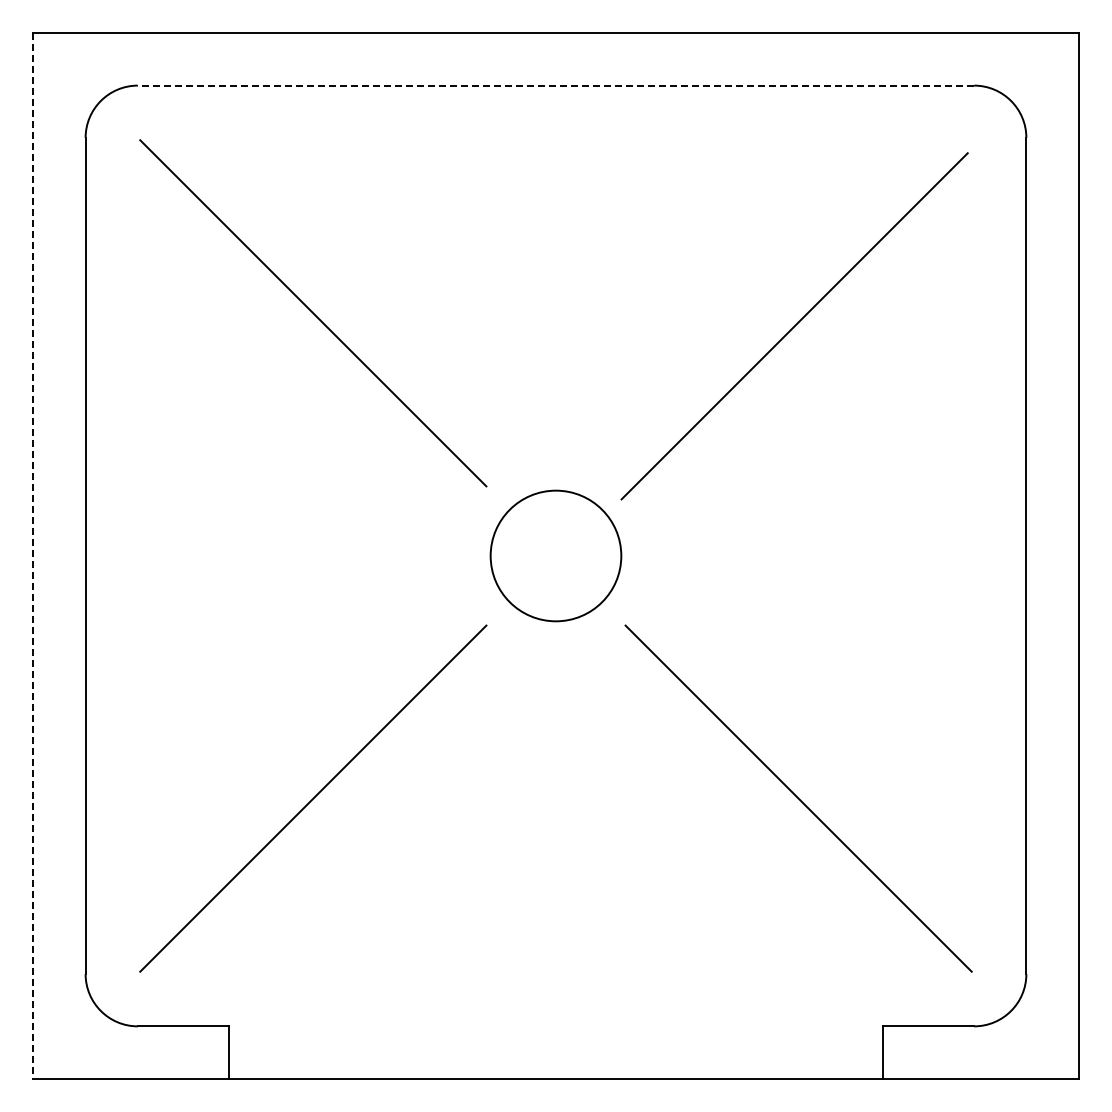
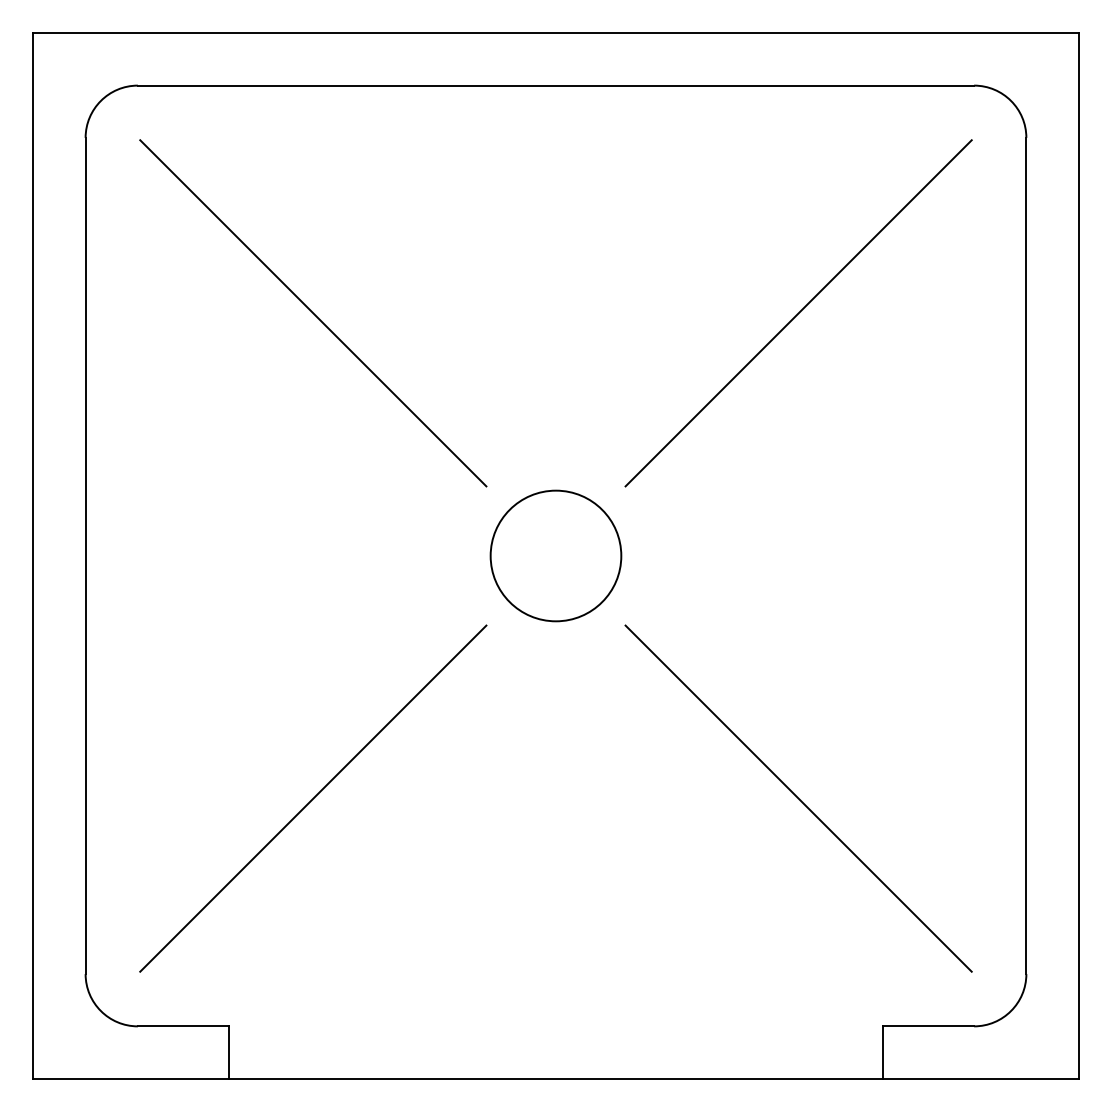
line at (555, 85): dashed -> solid
line at (794, 326) position: (794, 326) -> (798, 313)
line at (33, 556): dashed -> solid
